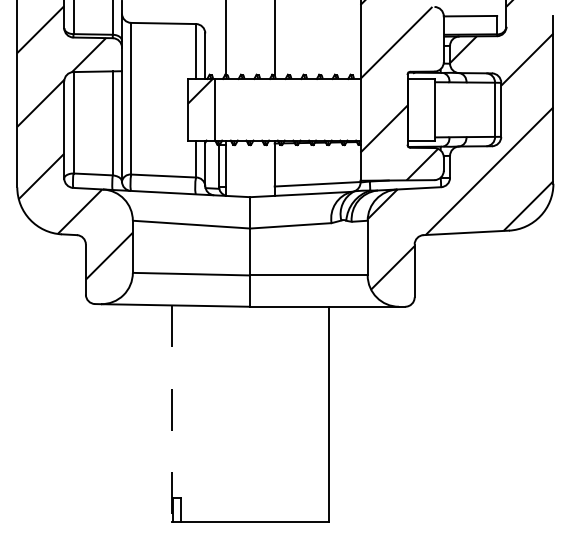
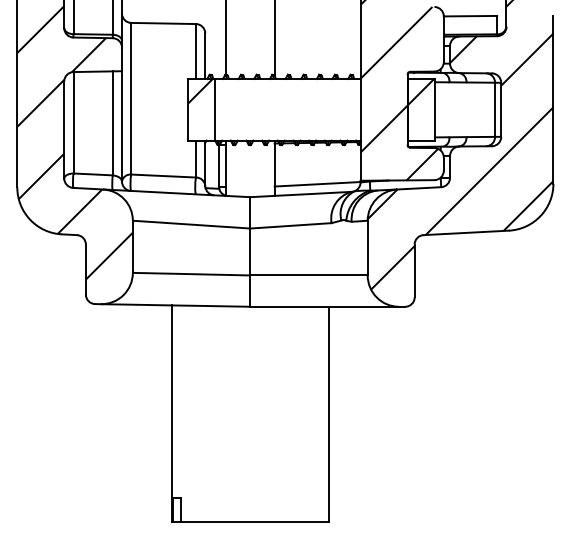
hatch at (420, 92): none -> present
line at (171, 414): dashed -> solid
